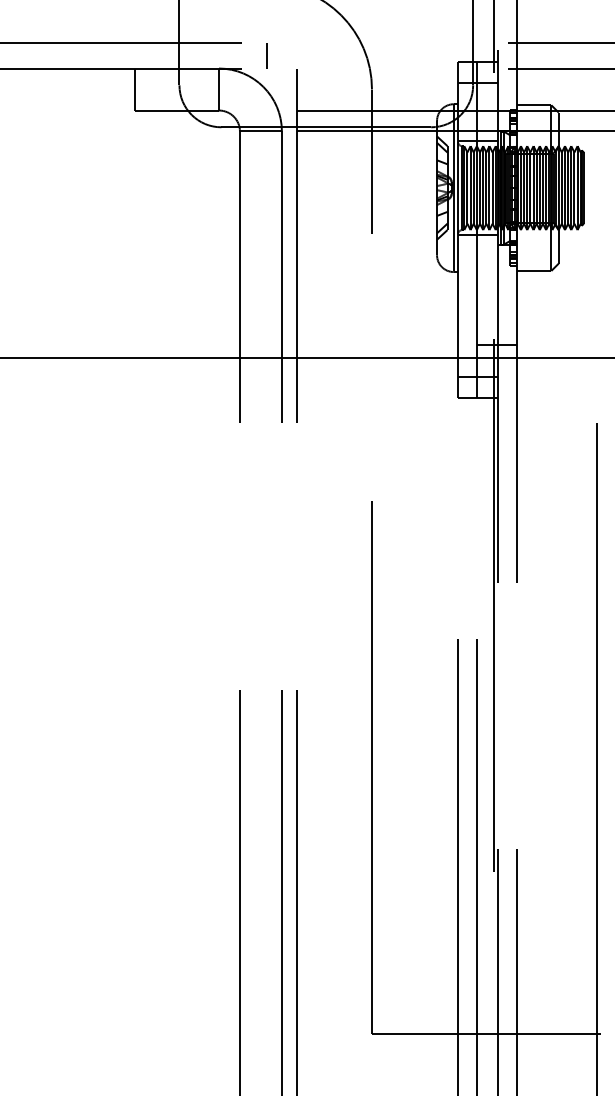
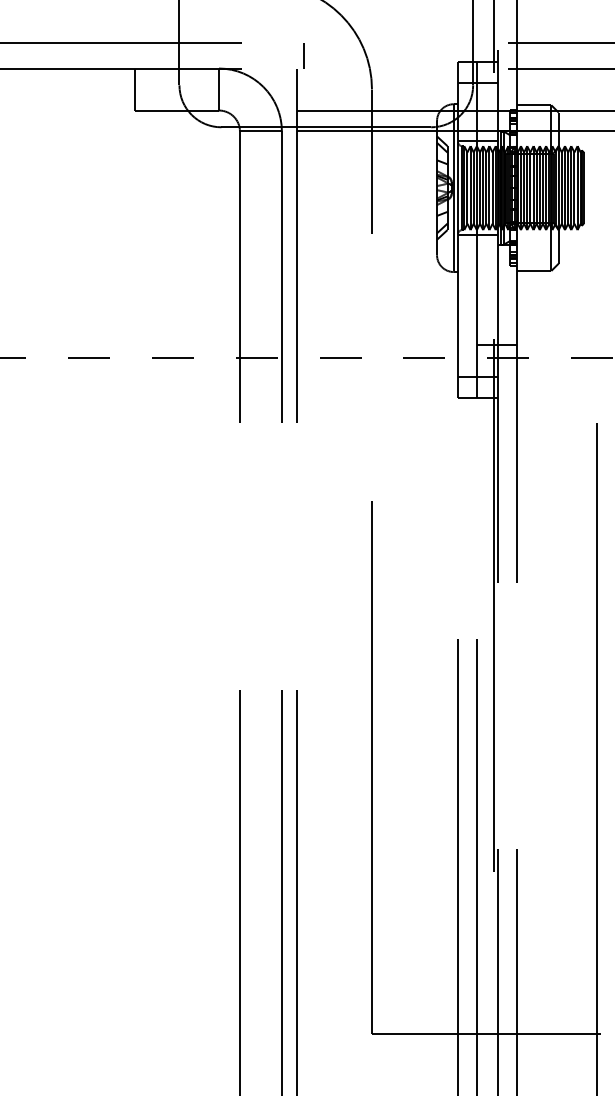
line at (266, 55) position: (266, 55) -> (303, 55)
line at (308, 358): solid -> dashed
